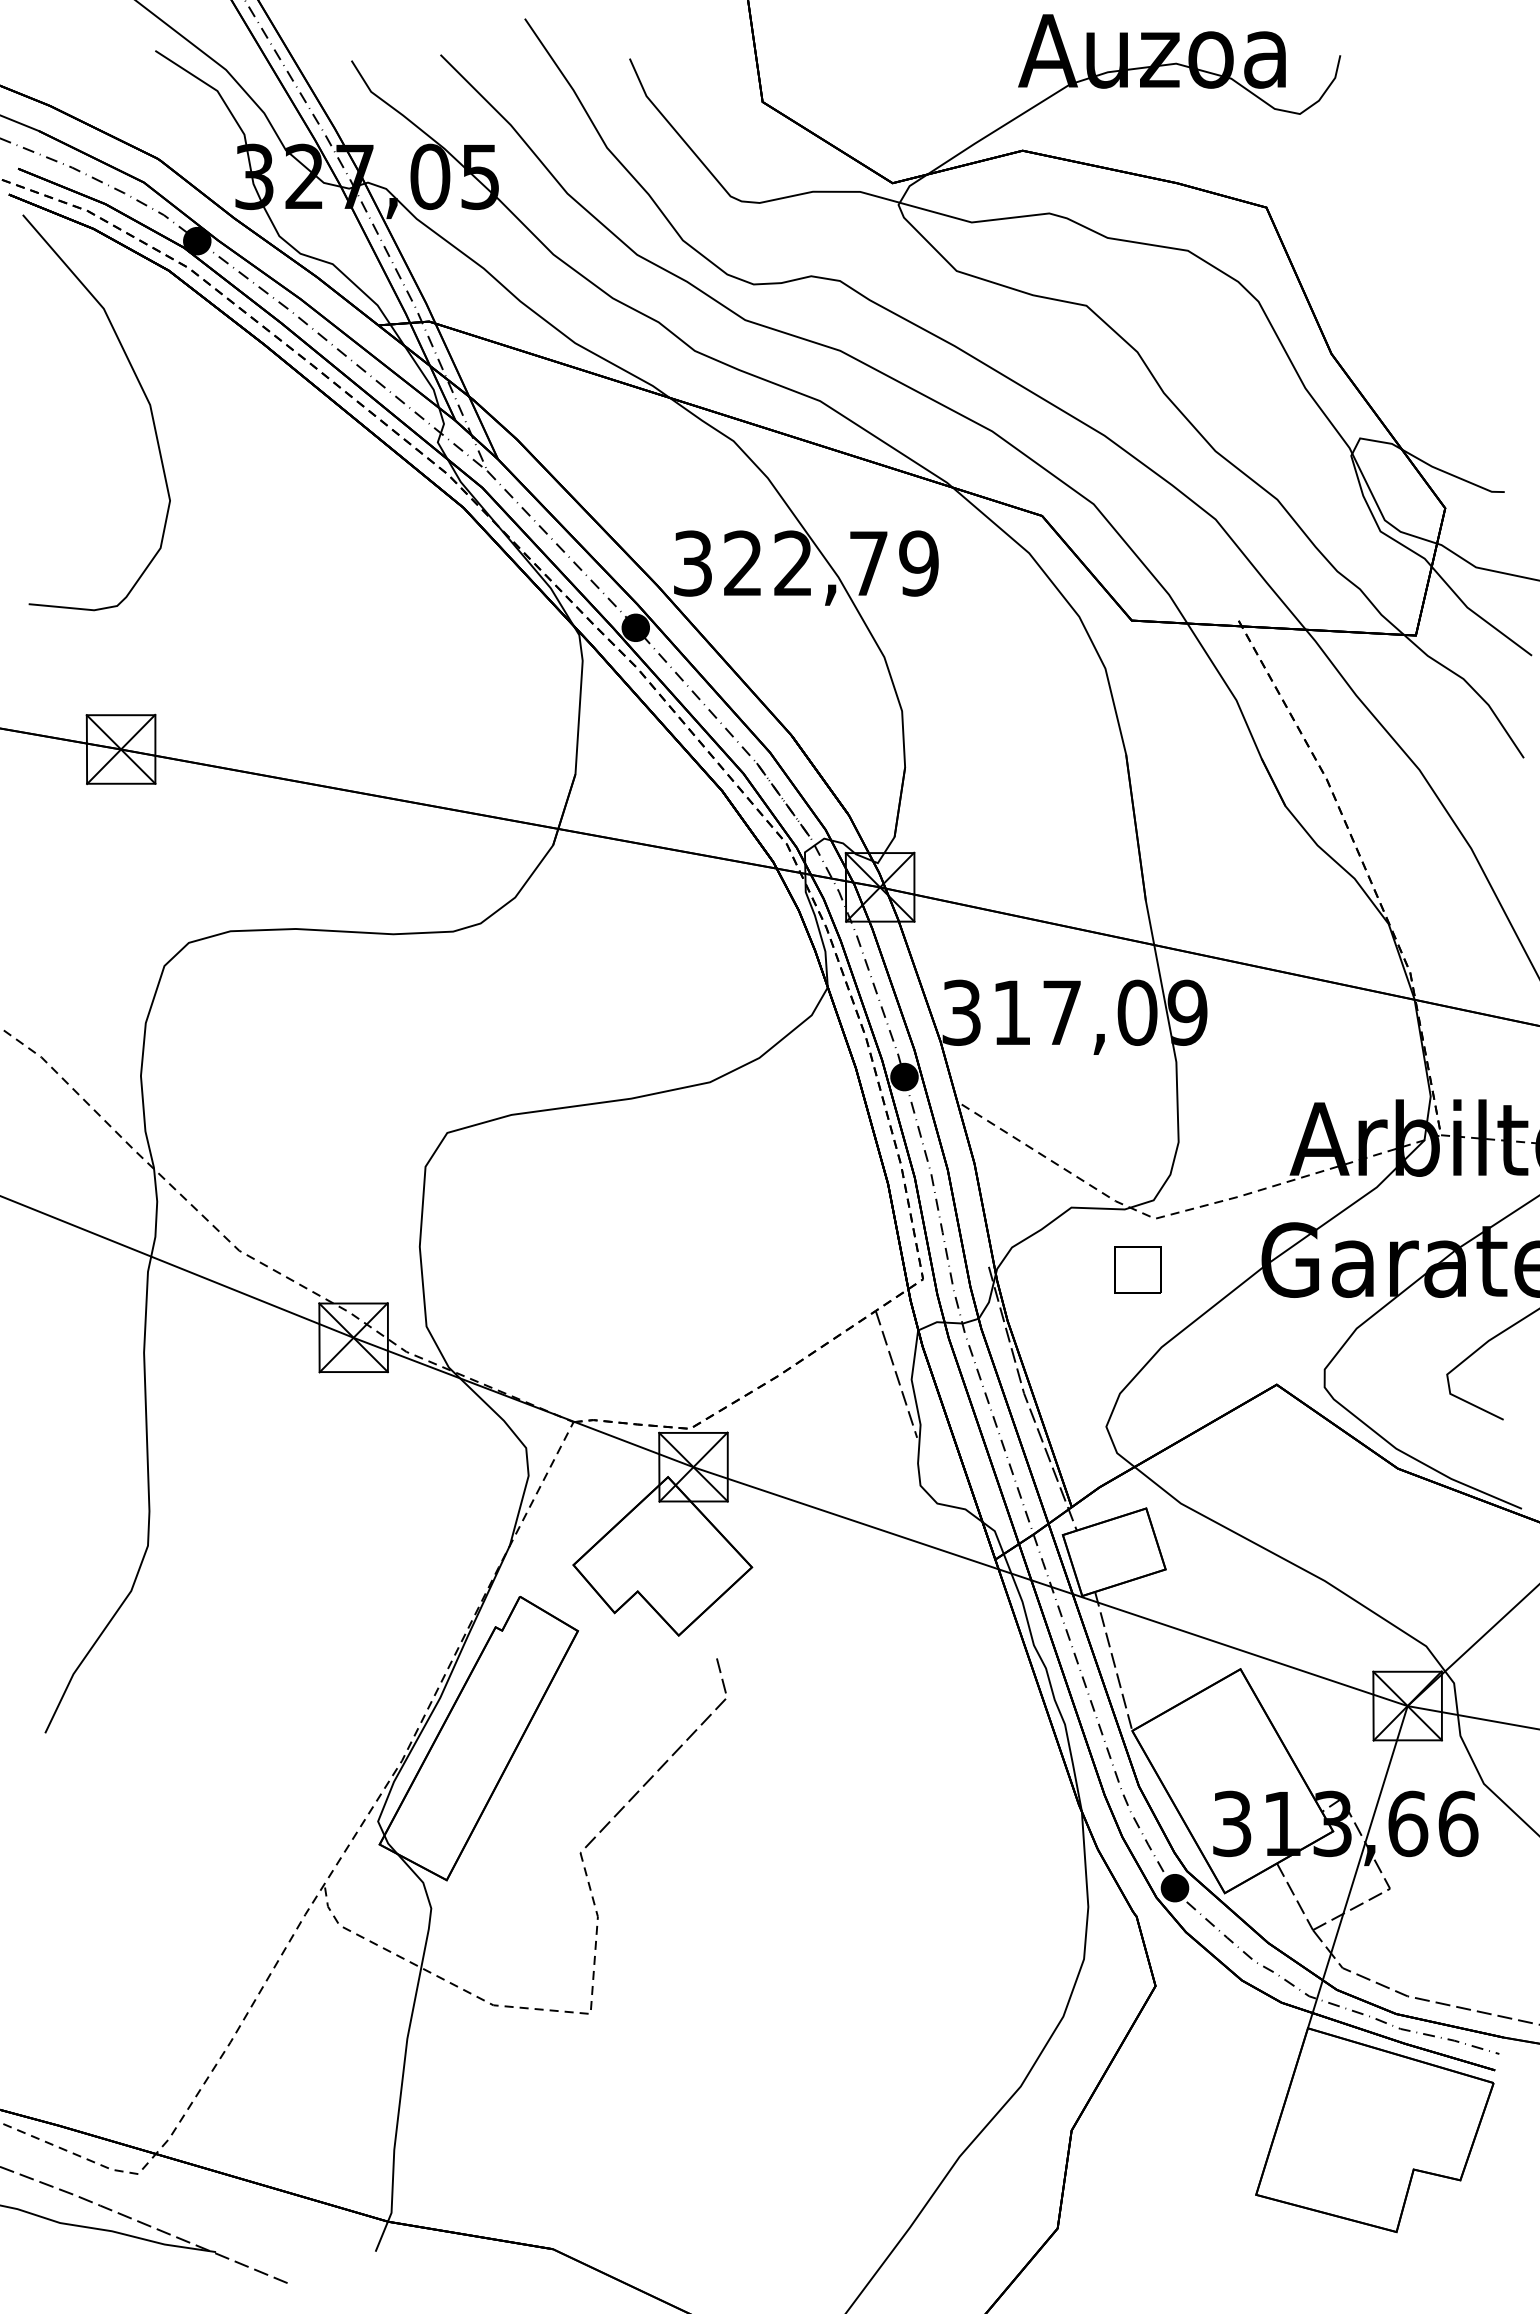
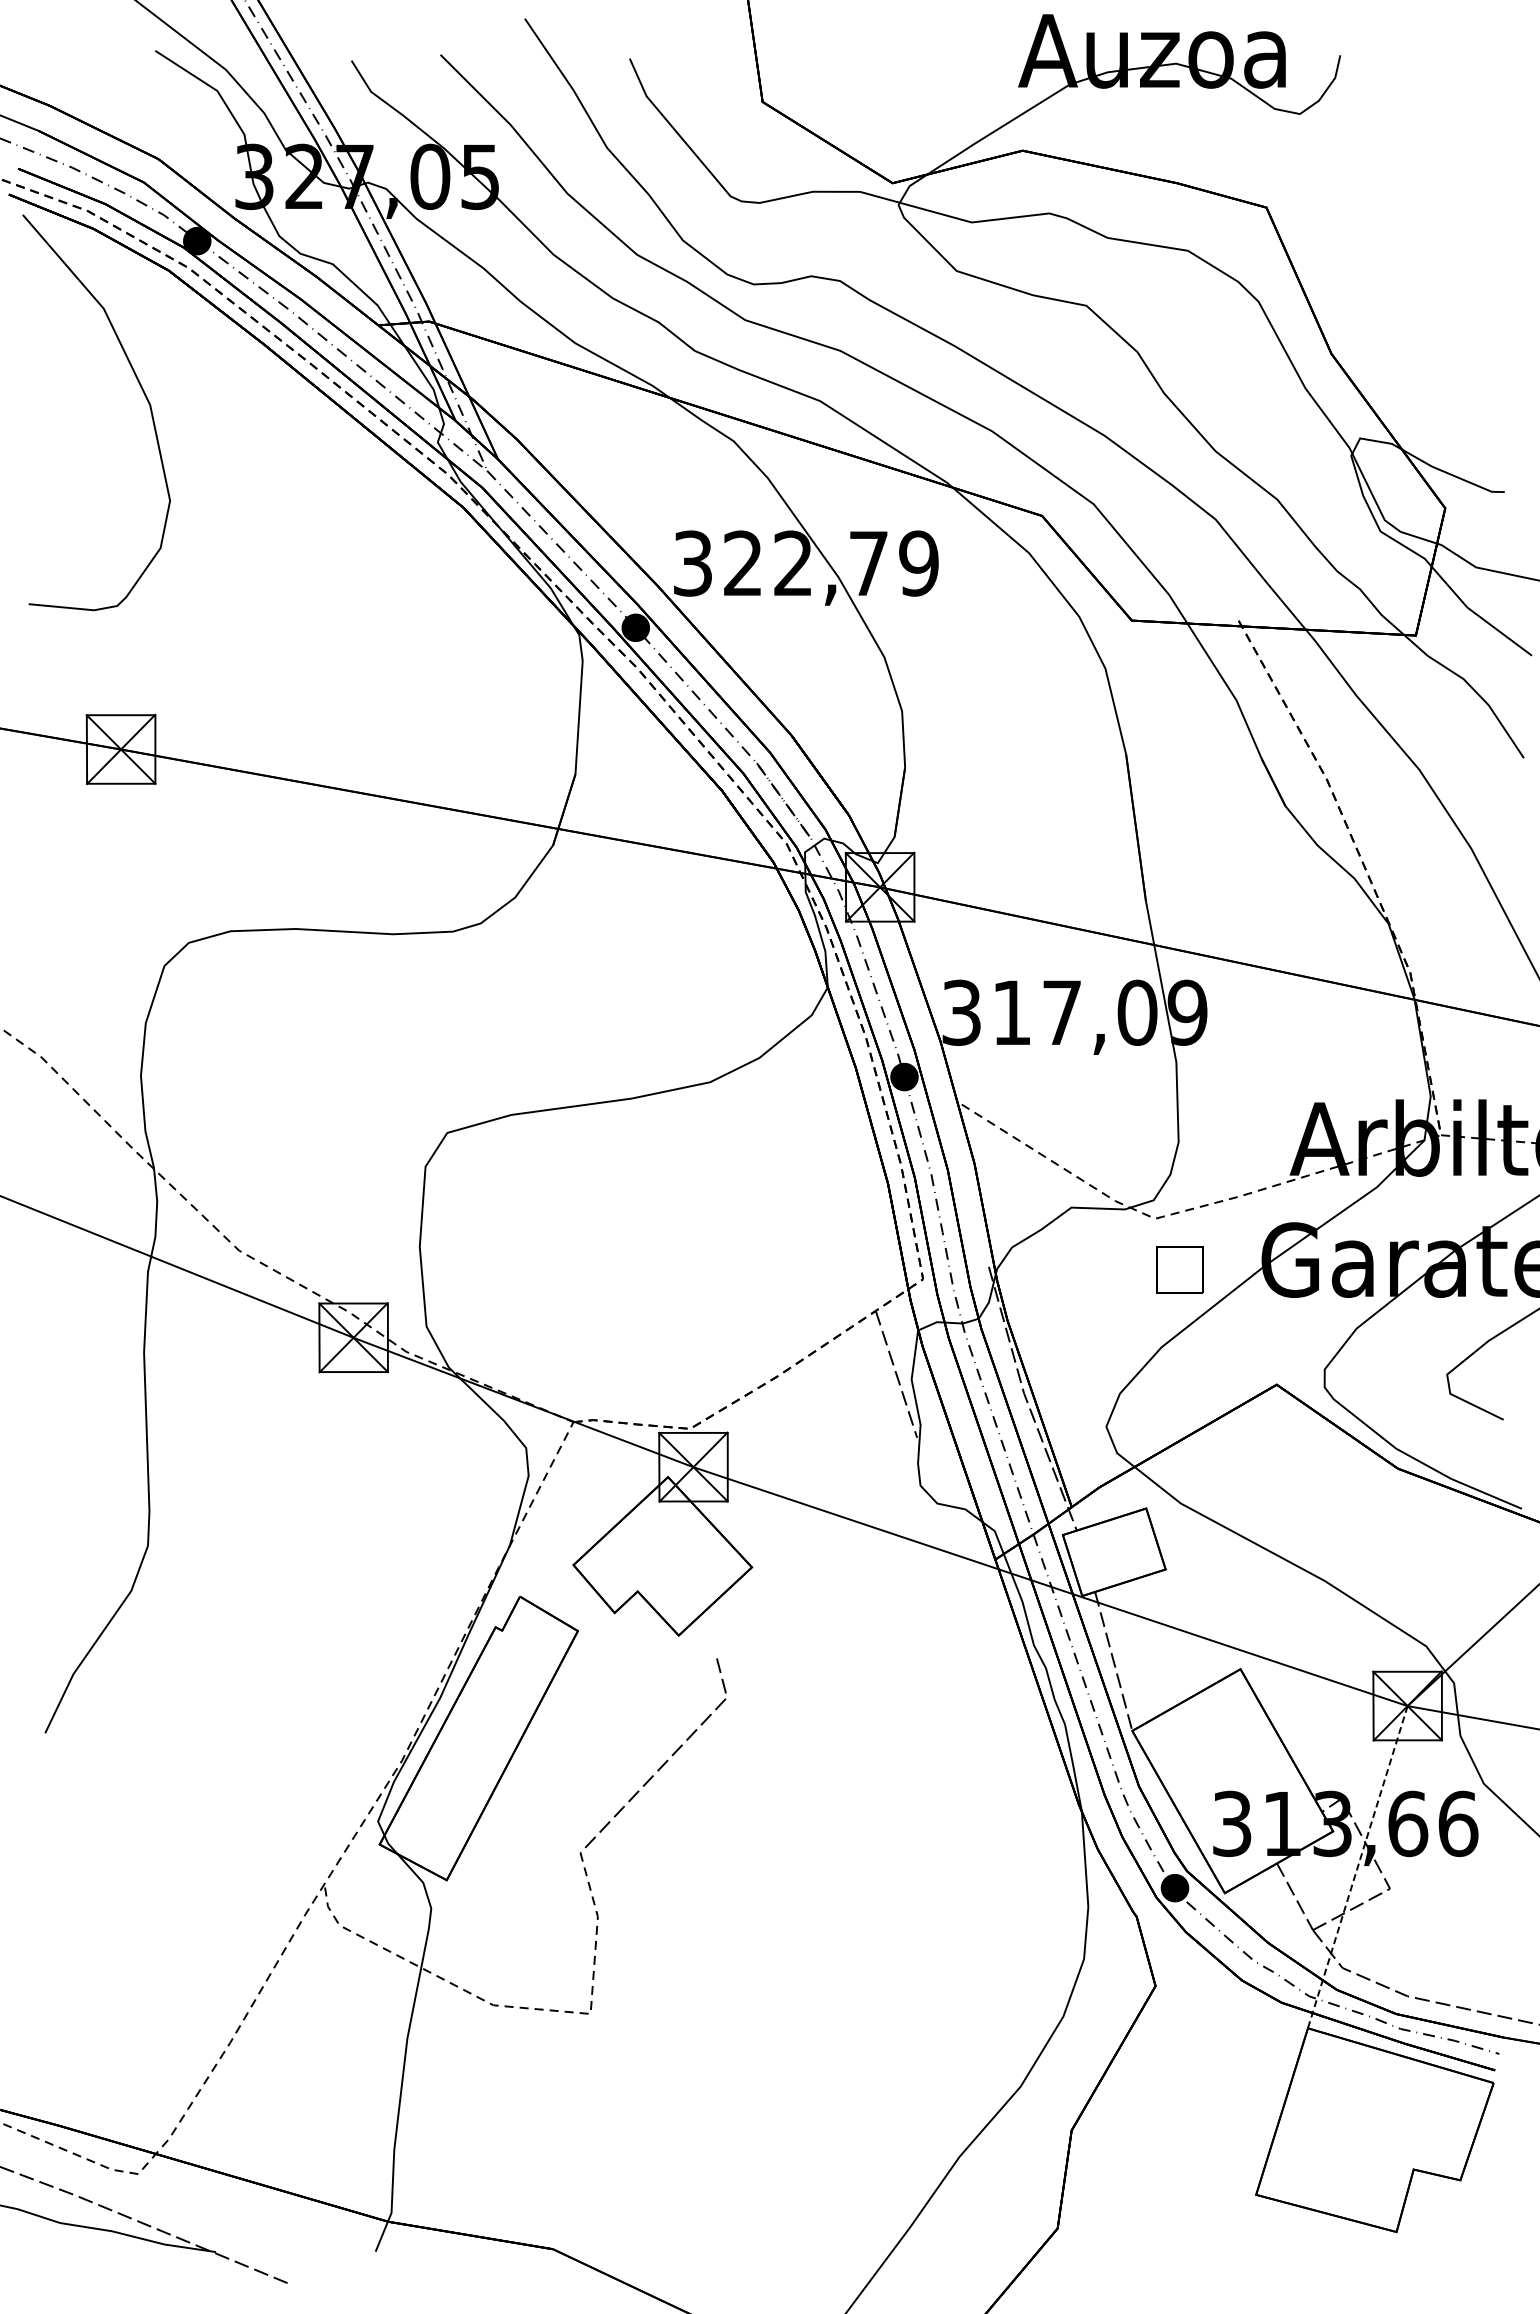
part at (1137, 1269) position: (1137, 1269) -> (1179, 1269)
line at (1357, 1867): solid -> dashed
